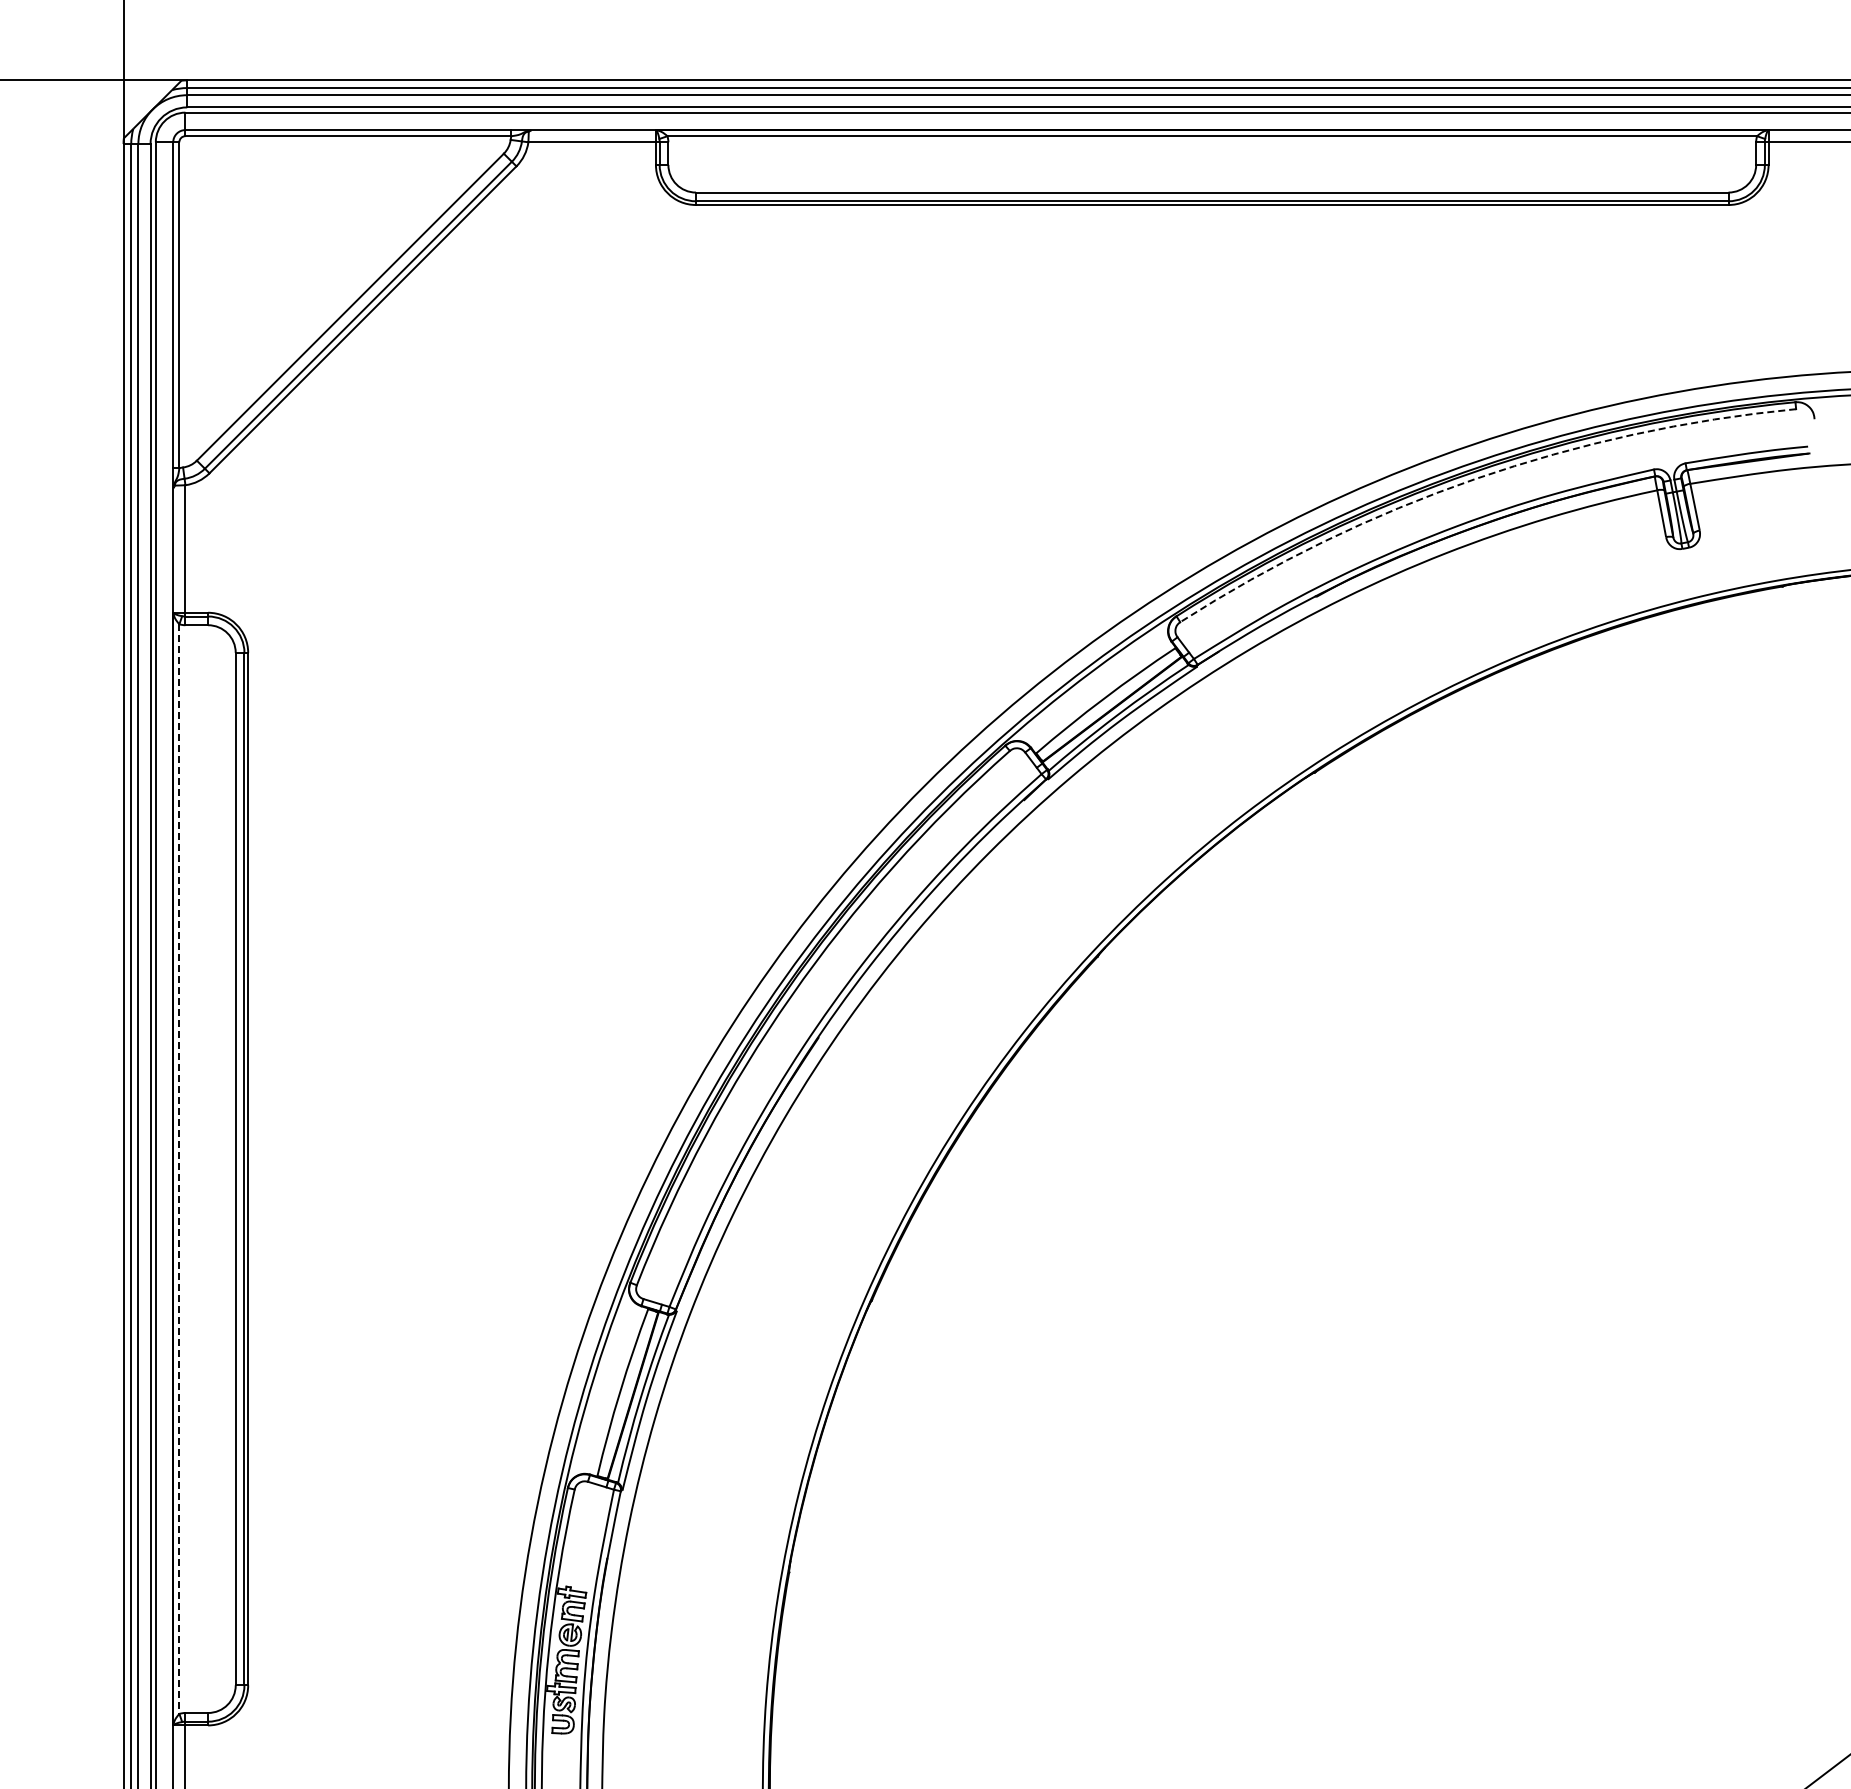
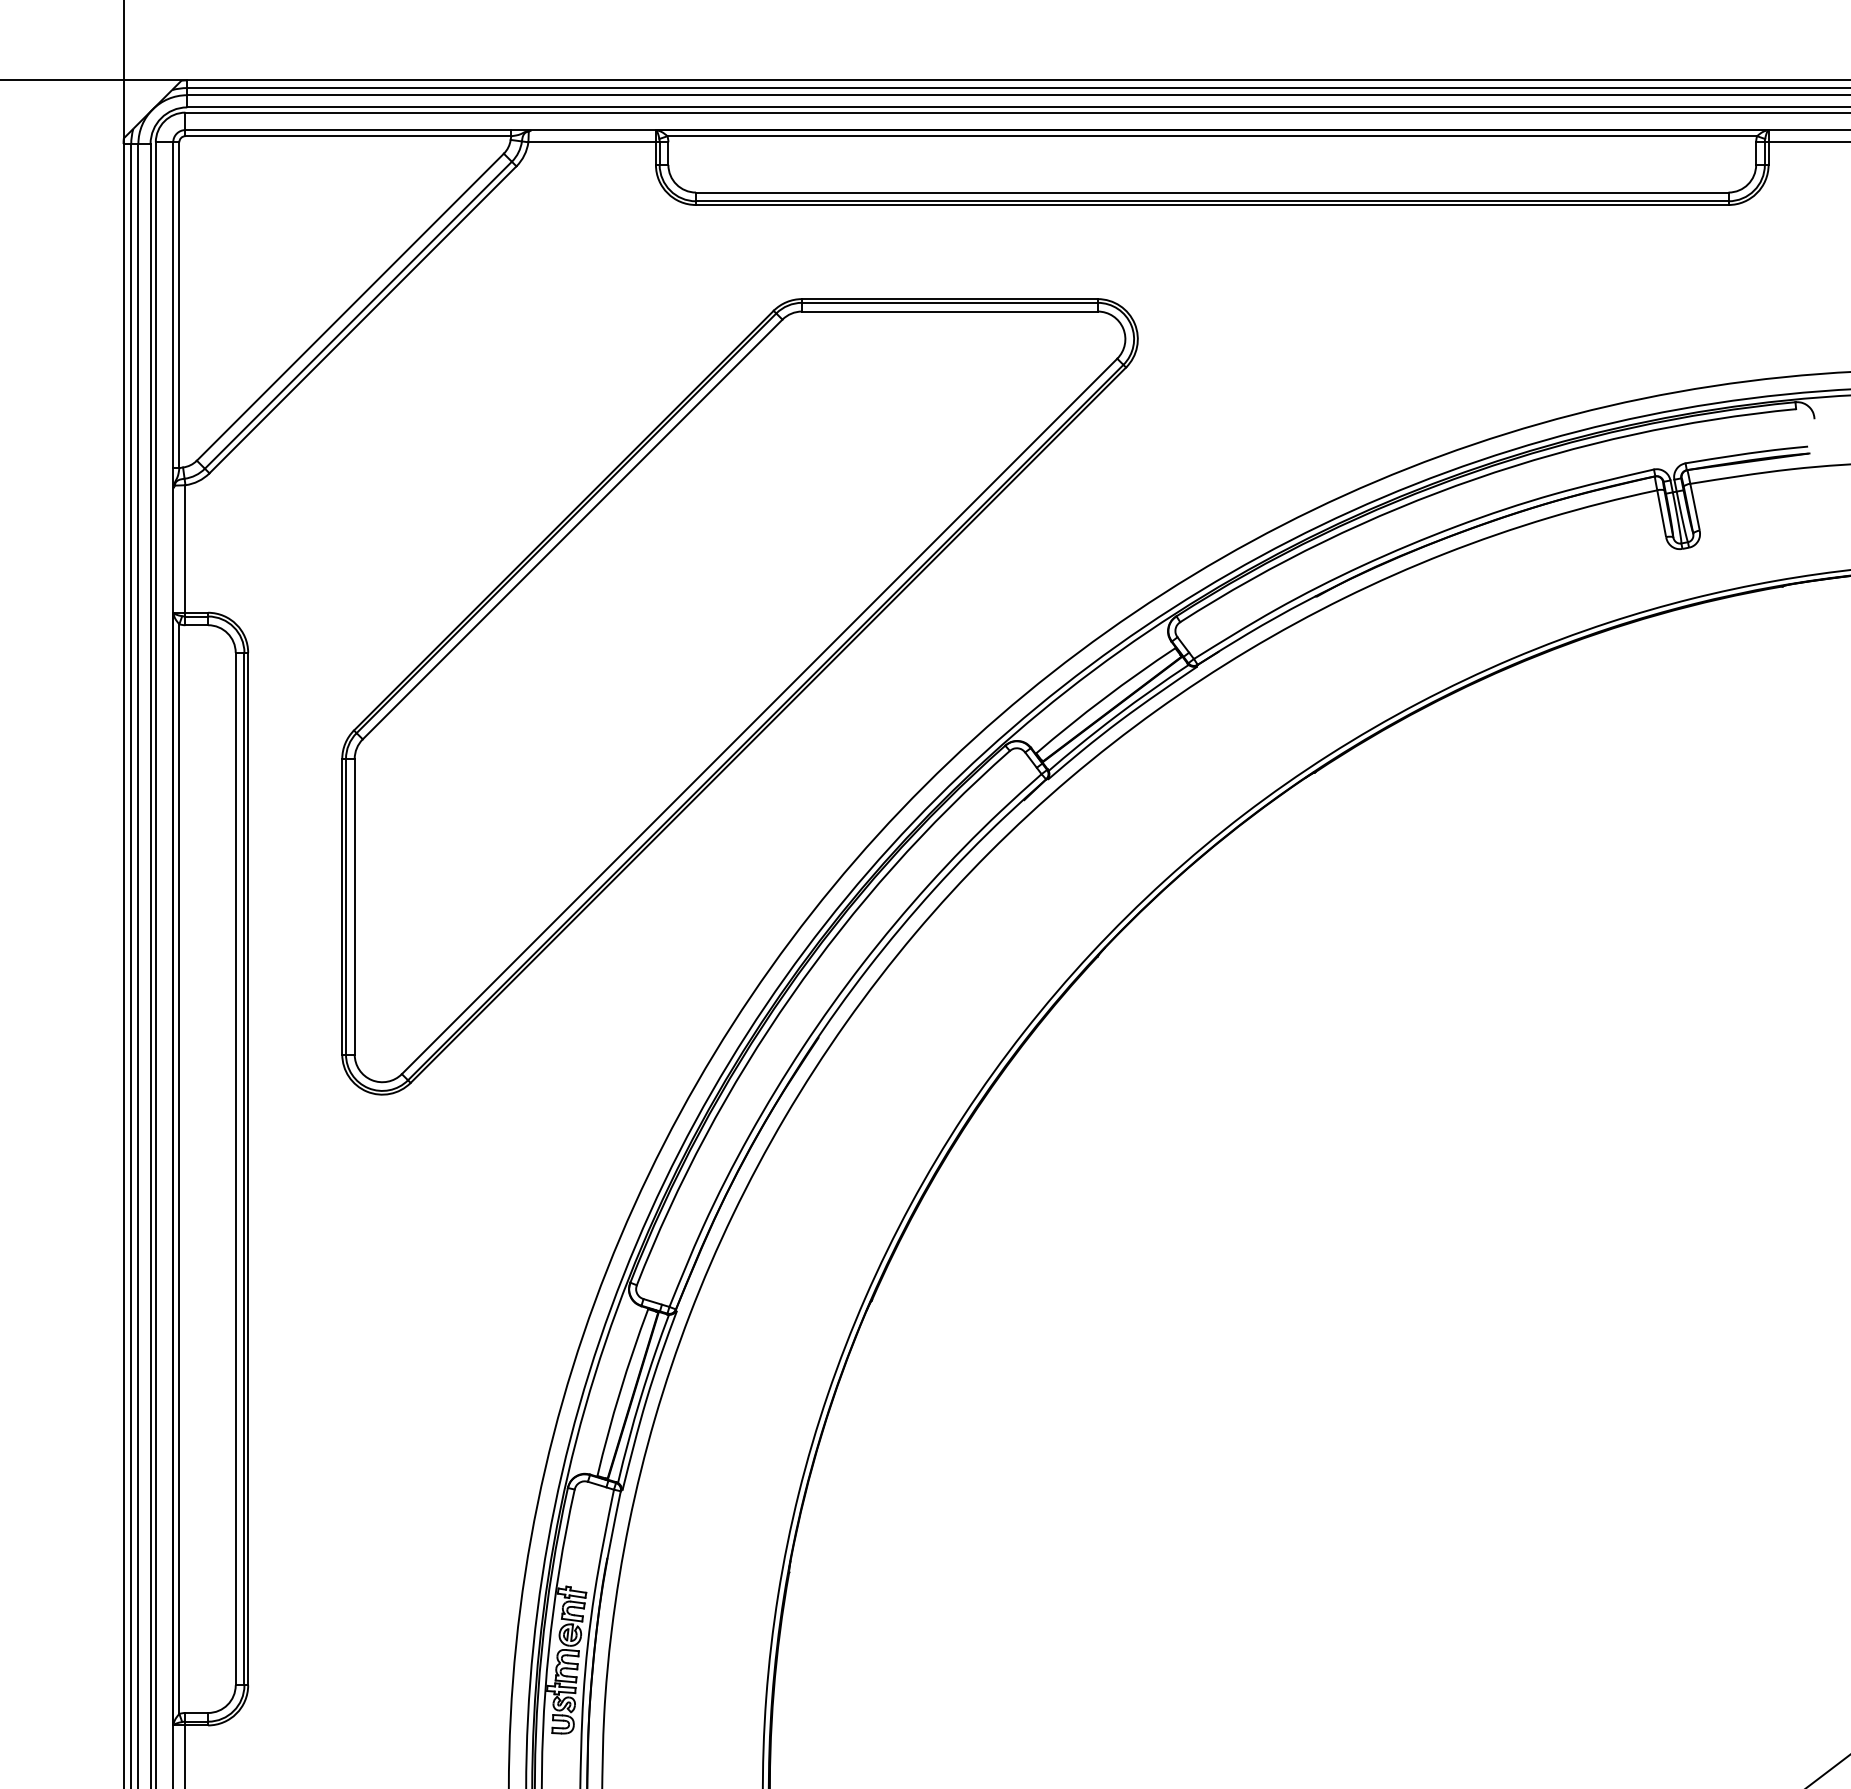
arc at (1475, 479): dashed -> solid
part at (739, 696): none -> present
line at (179, 1169): dashed -> solid
